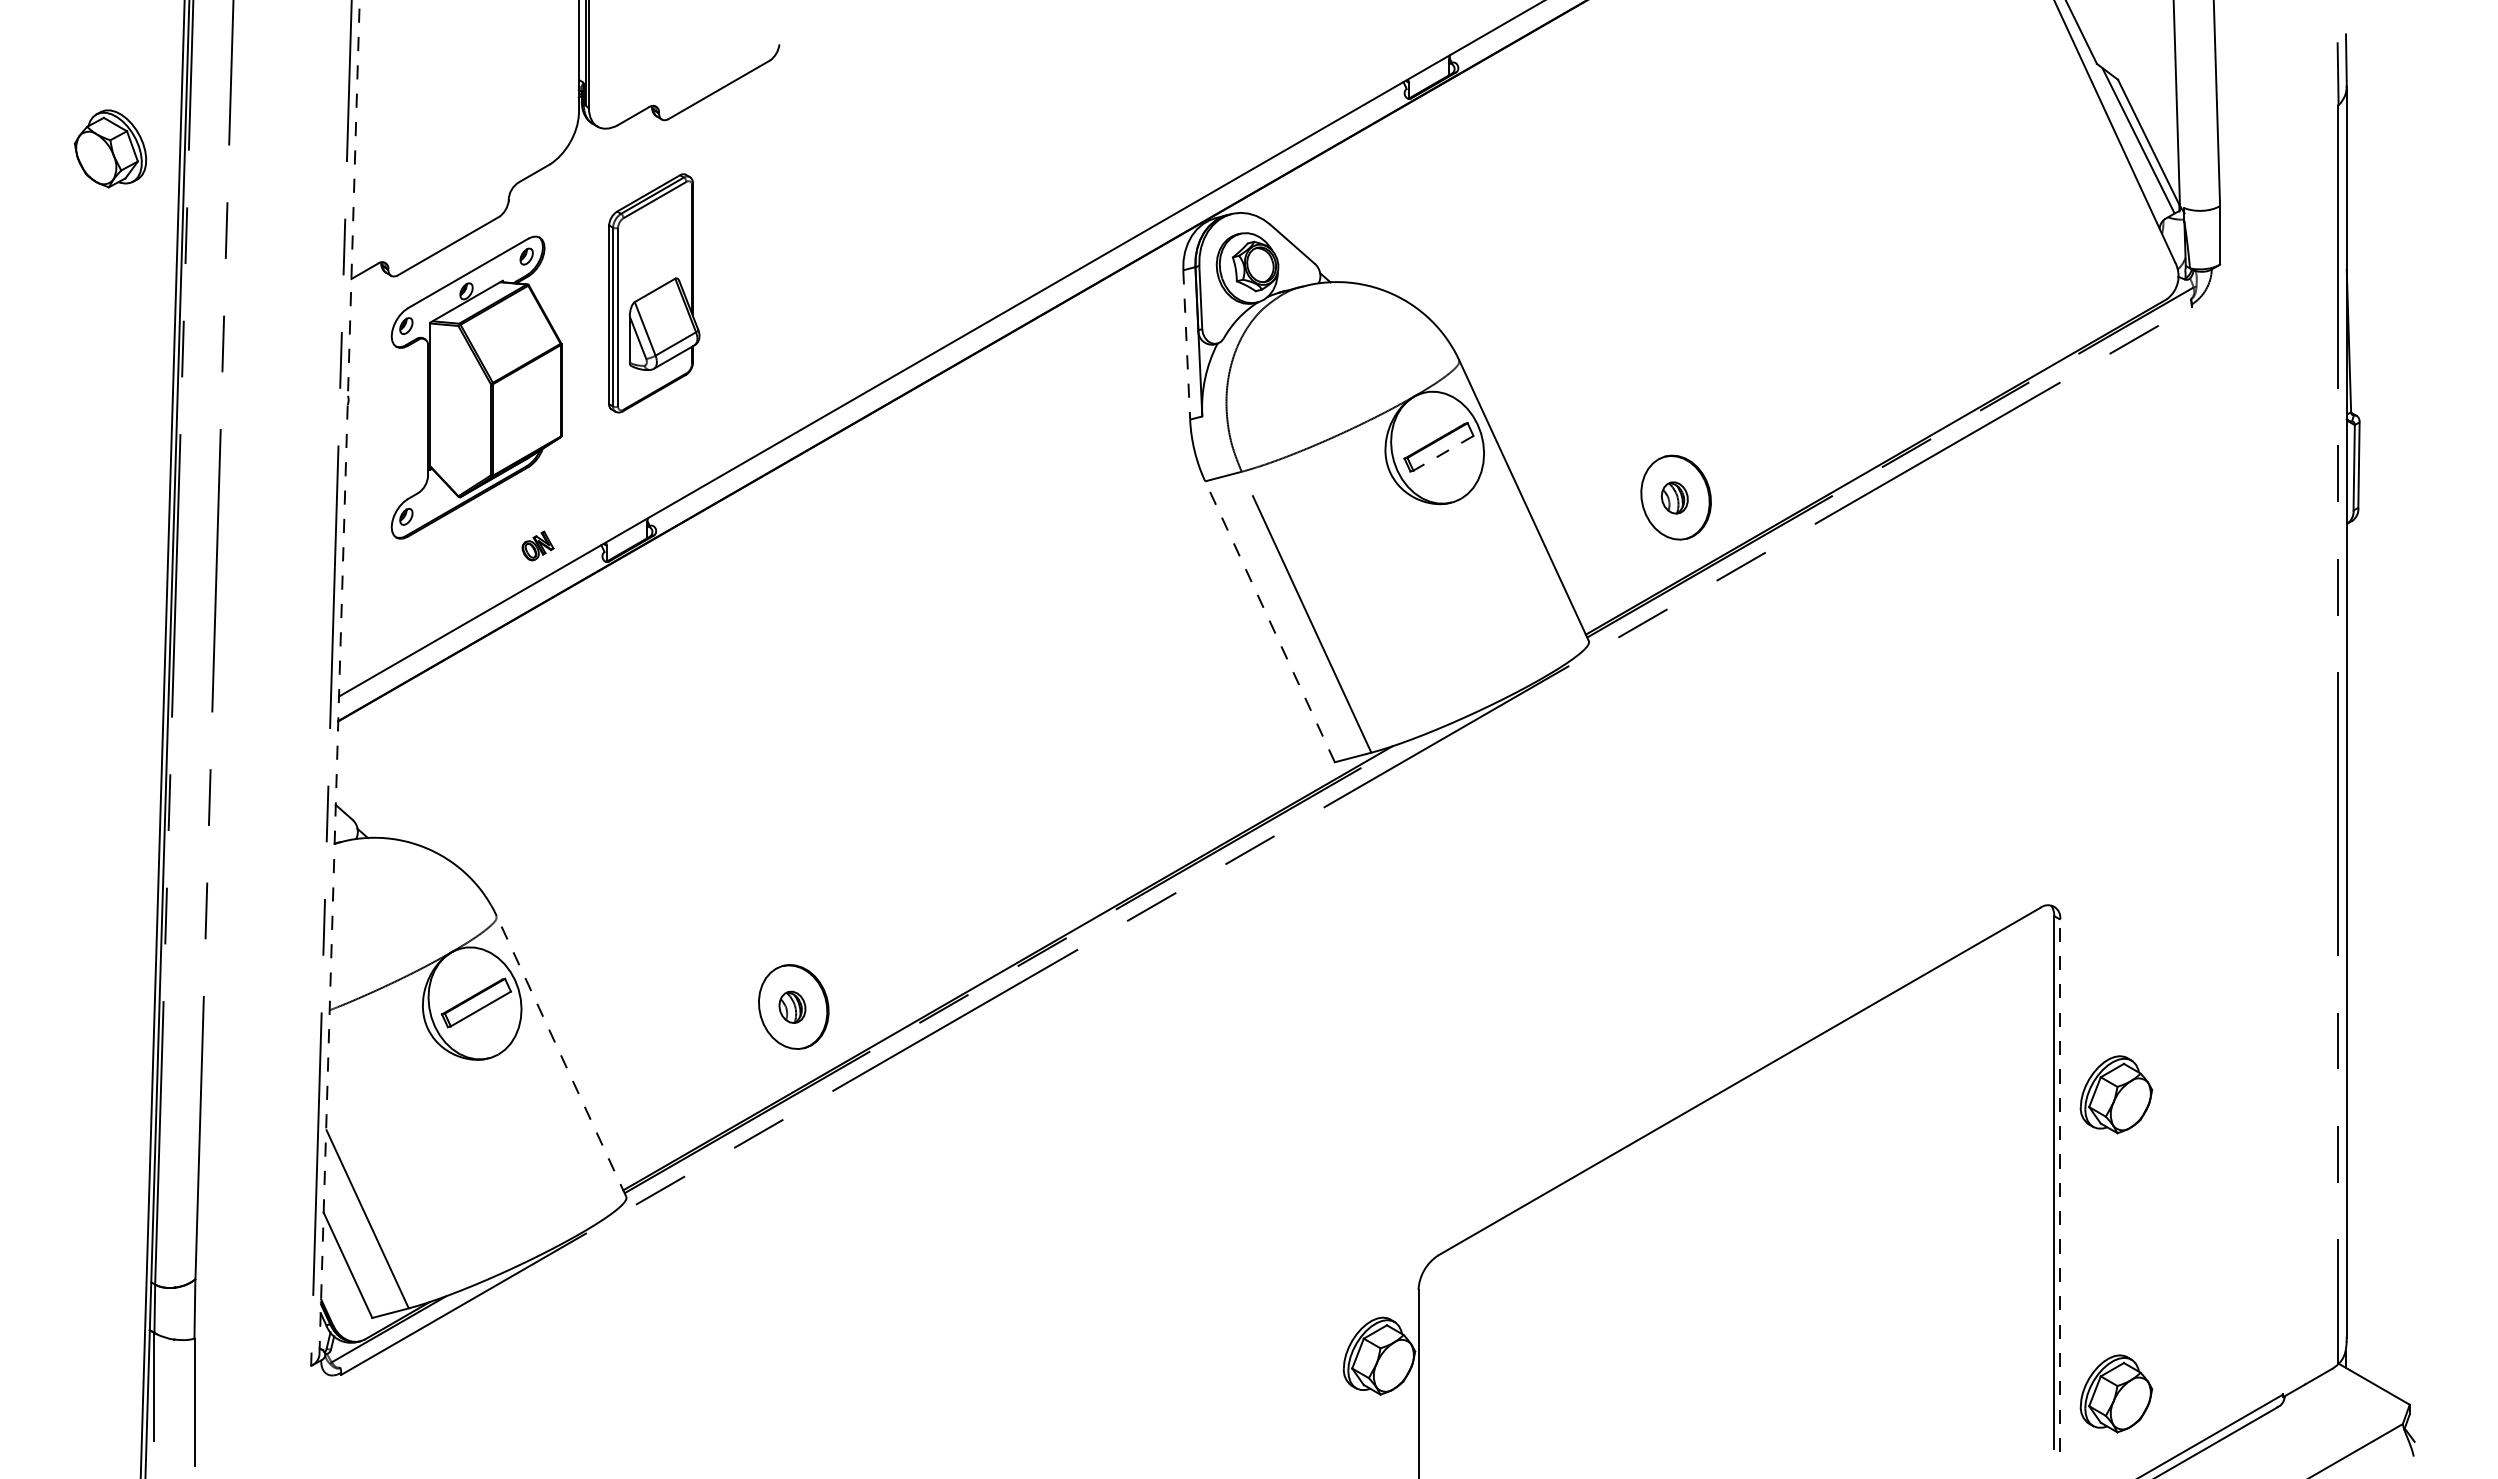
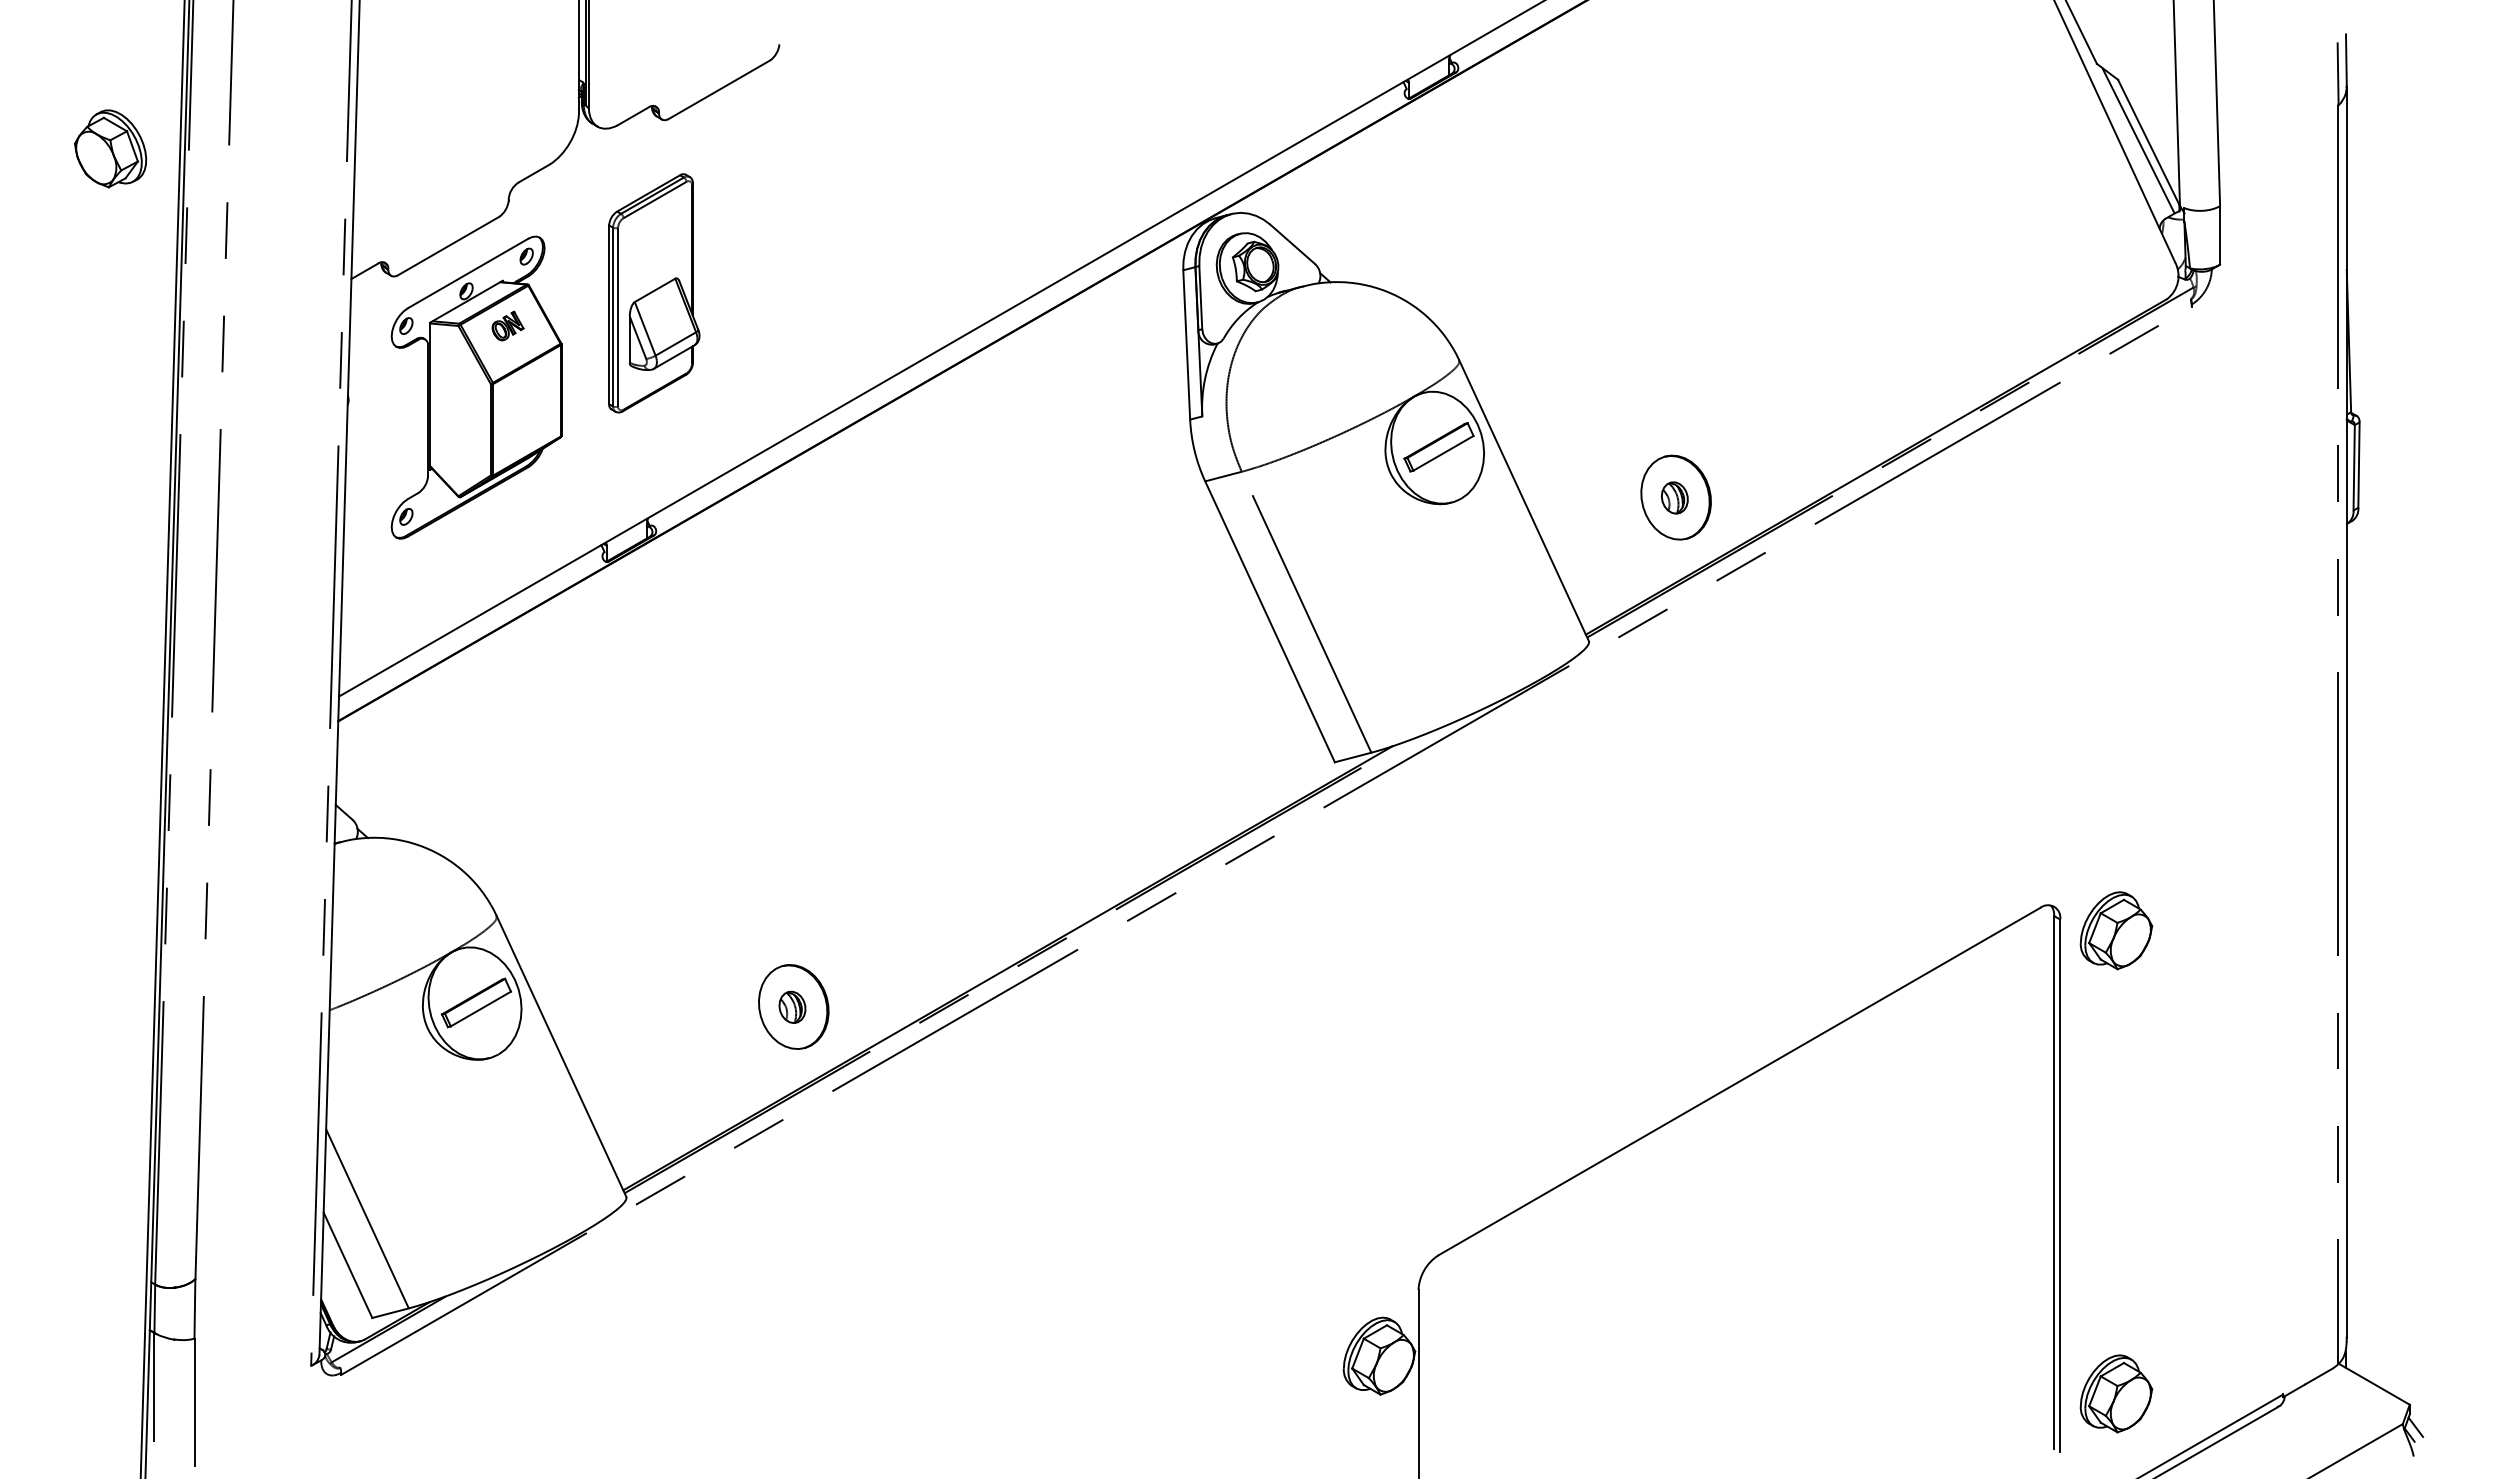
line at (1186, 344): dashed -> solid
line at (1443, 453): dashed -> solid
part at (537, 545) position: (537, 545) -> (507, 325)
line at (1270, 621): dashed -> solid
line at (339, 677): dashed -> solid
line at (561, 1056): dashed -> solid
part at (2116, 1094) position: (2116, 1094) -> (2116, 930)
line at (2060, 1185): dashed -> solid
line at (2415, 1426): none -> present
